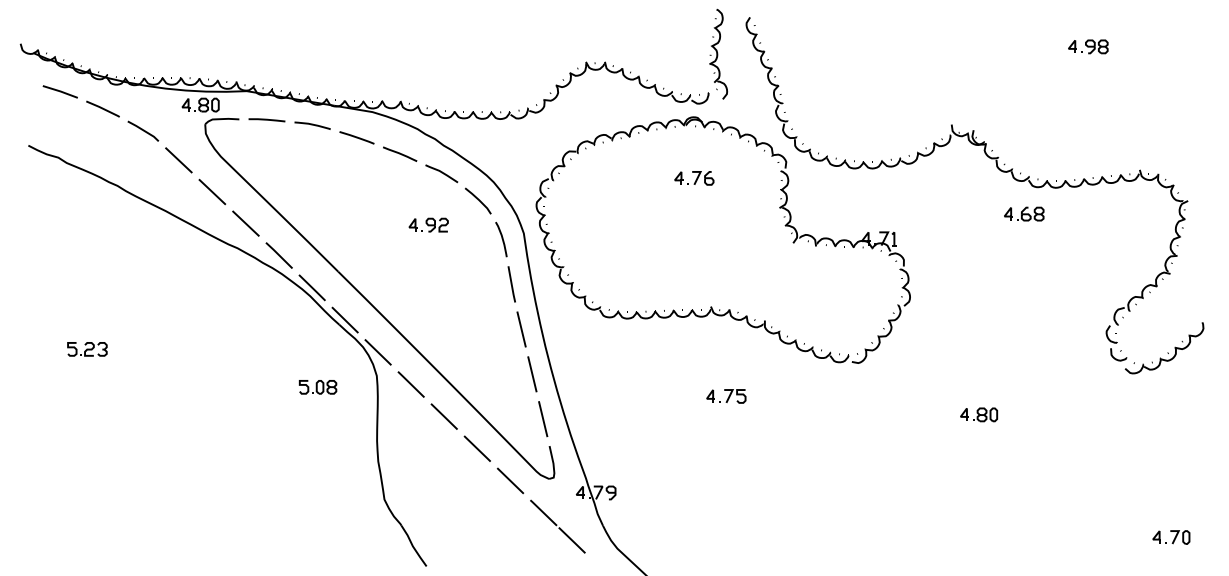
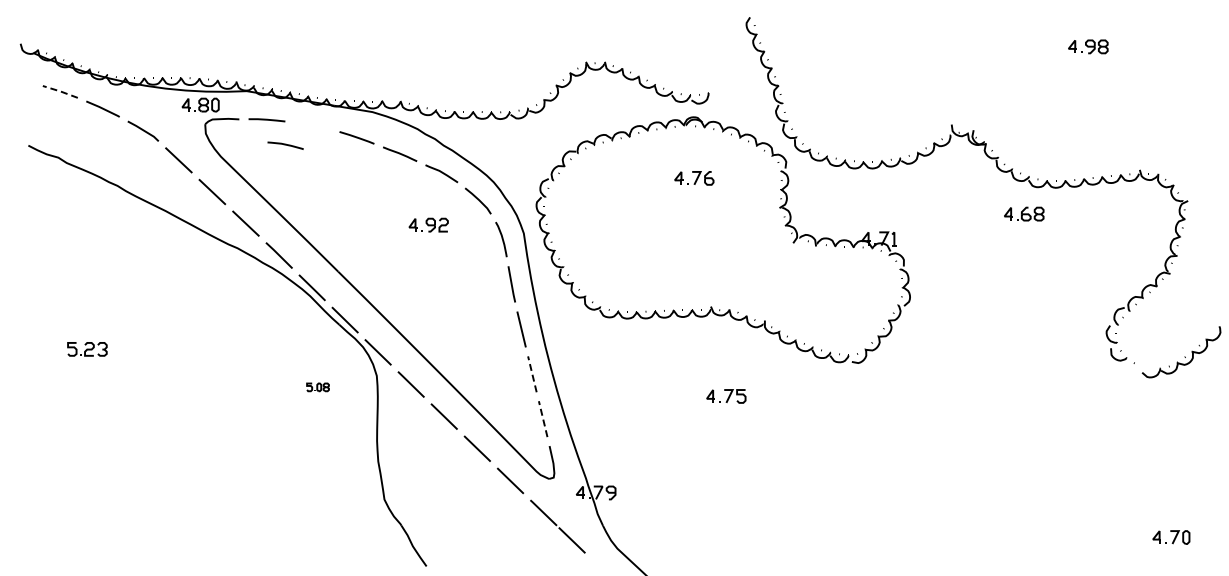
part at (718, 53): present -> none
line at (60, 91): solid -> dashed
curve at (312, 125) position: (312, 125) -> (285, 145)
part at (1164, 348) position: (1164, 348) -> (1181, 352)
line at (532, 373): solid -> dashed
part at (317, 387) size: 40x15 px -> 24x11 px
part at (979, 414): present -> none
line at (543, 418): solid -> dashed
